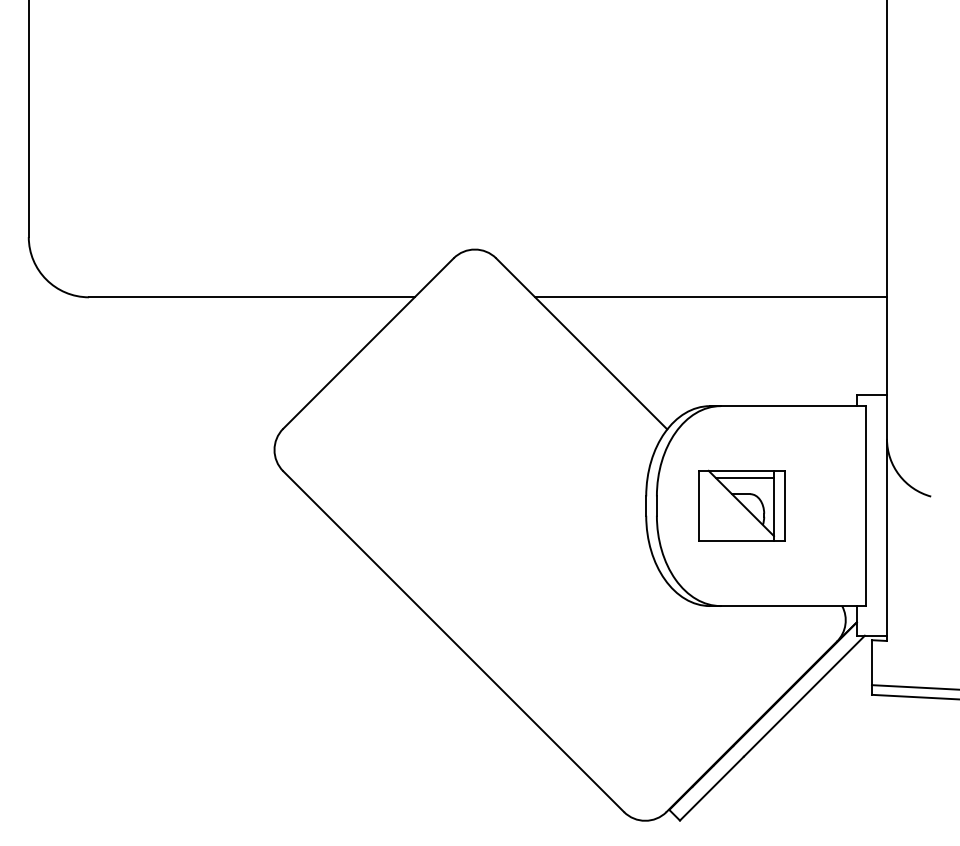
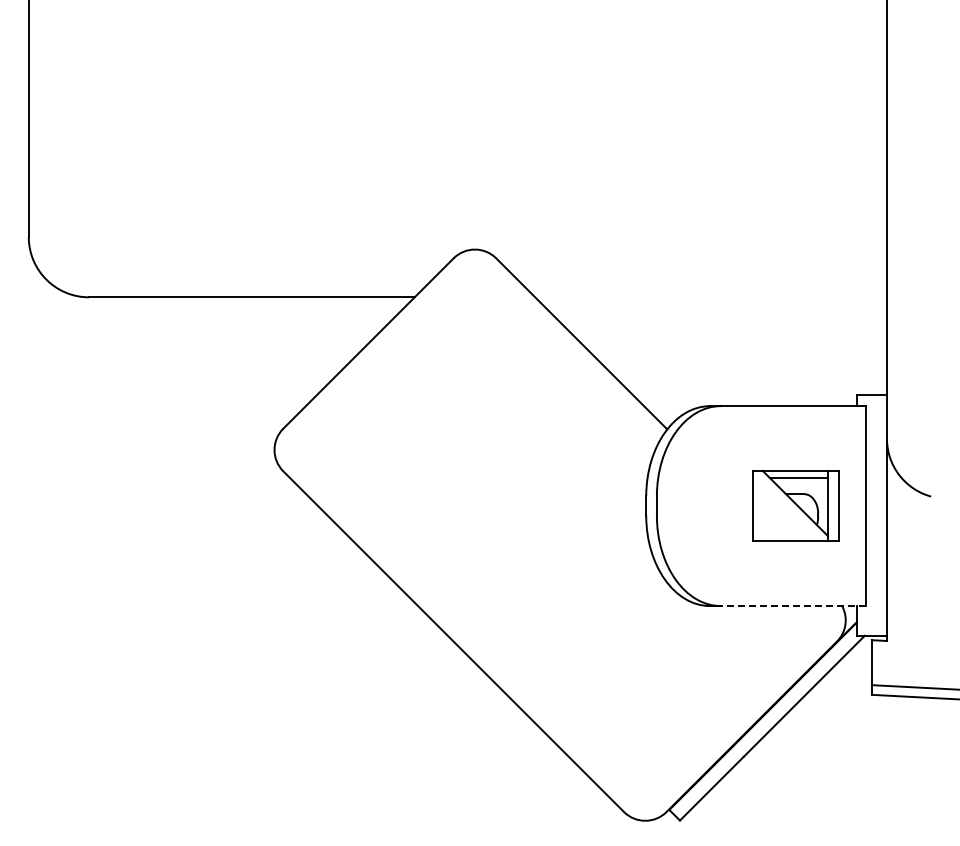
line at (710, 297): present -> none
part at (741, 505) position: (741, 505) -> (795, 505)
line at (793, 606): solid -> dashed
